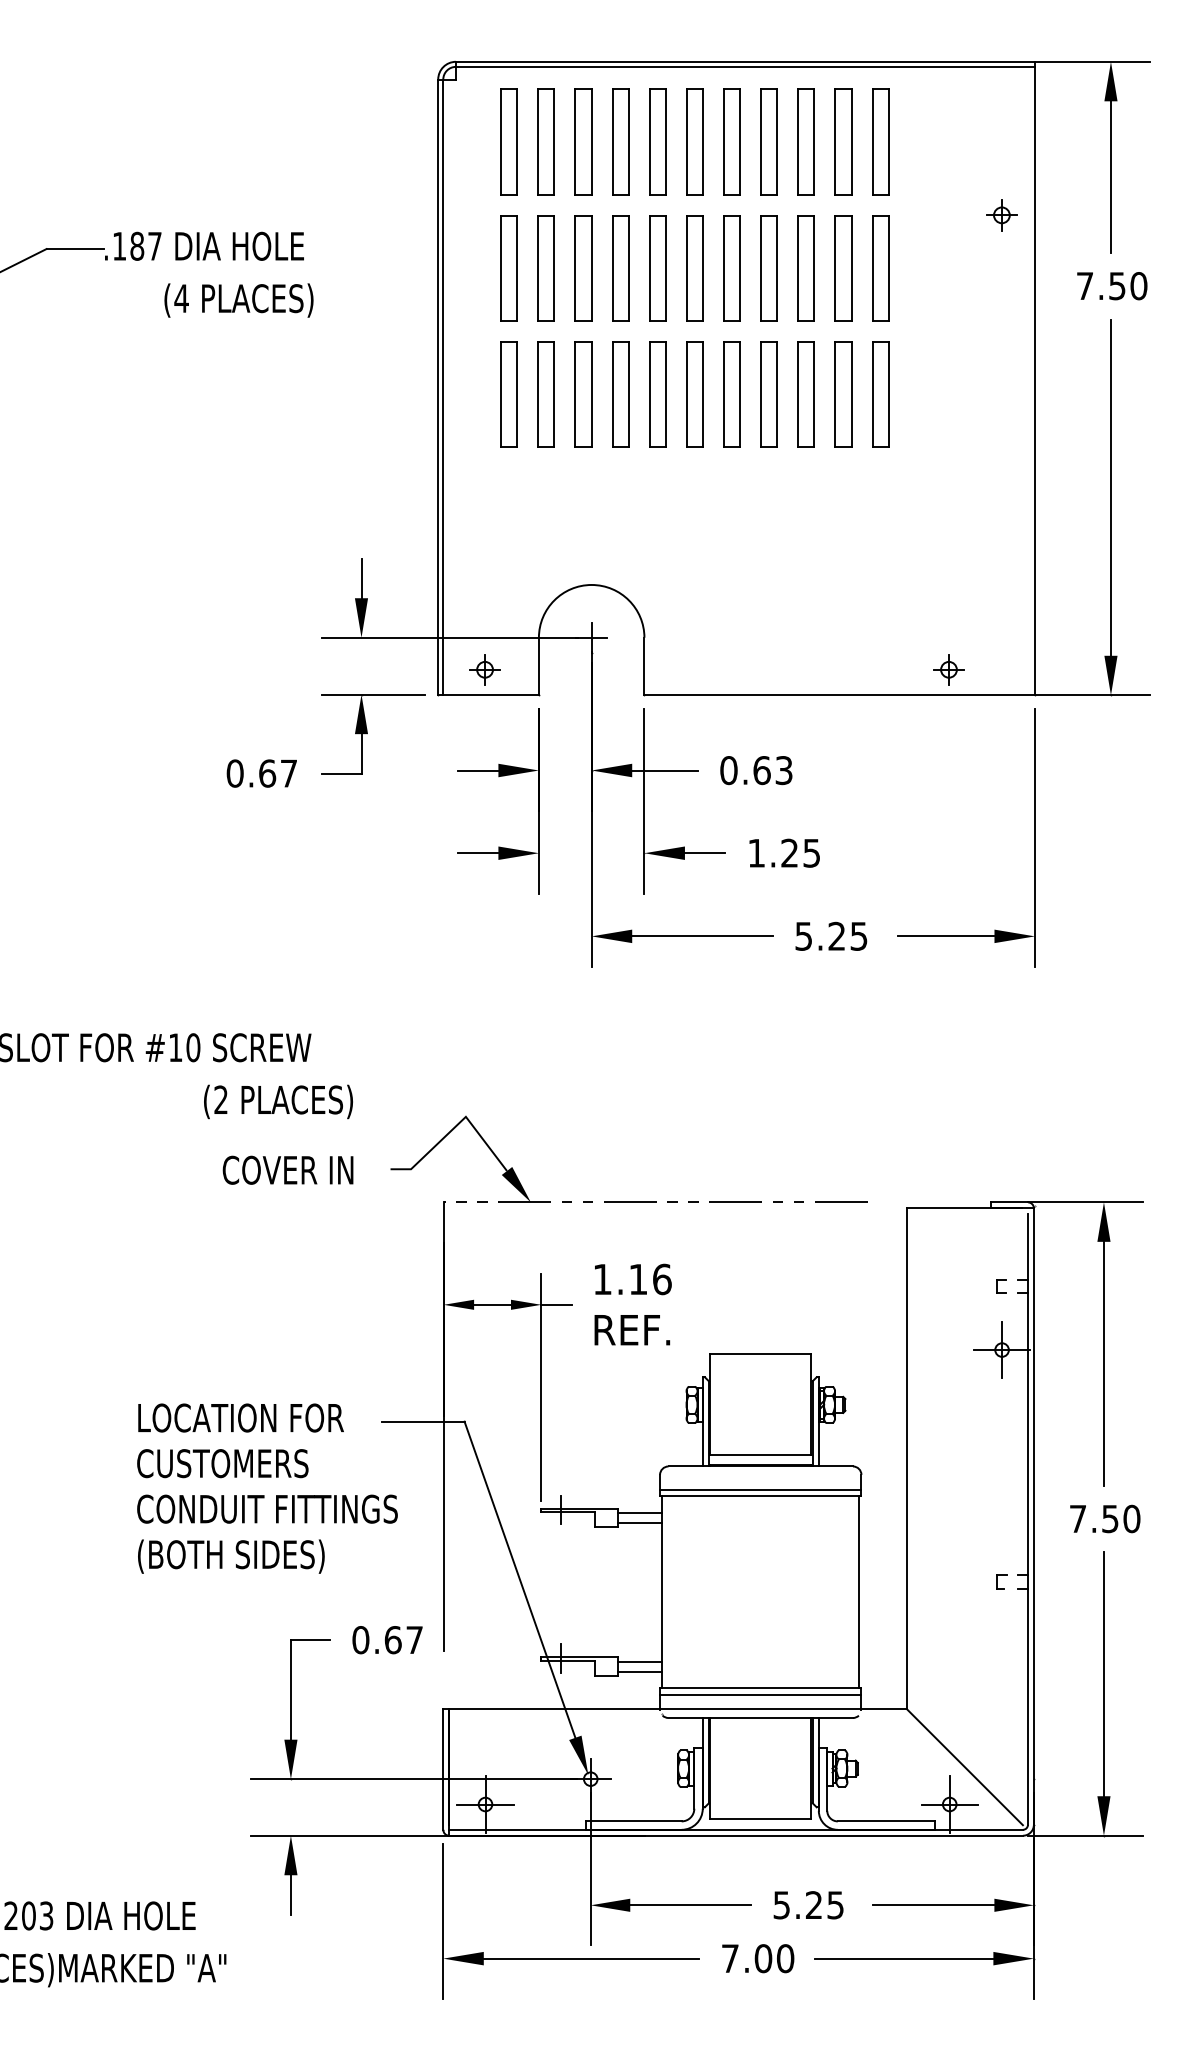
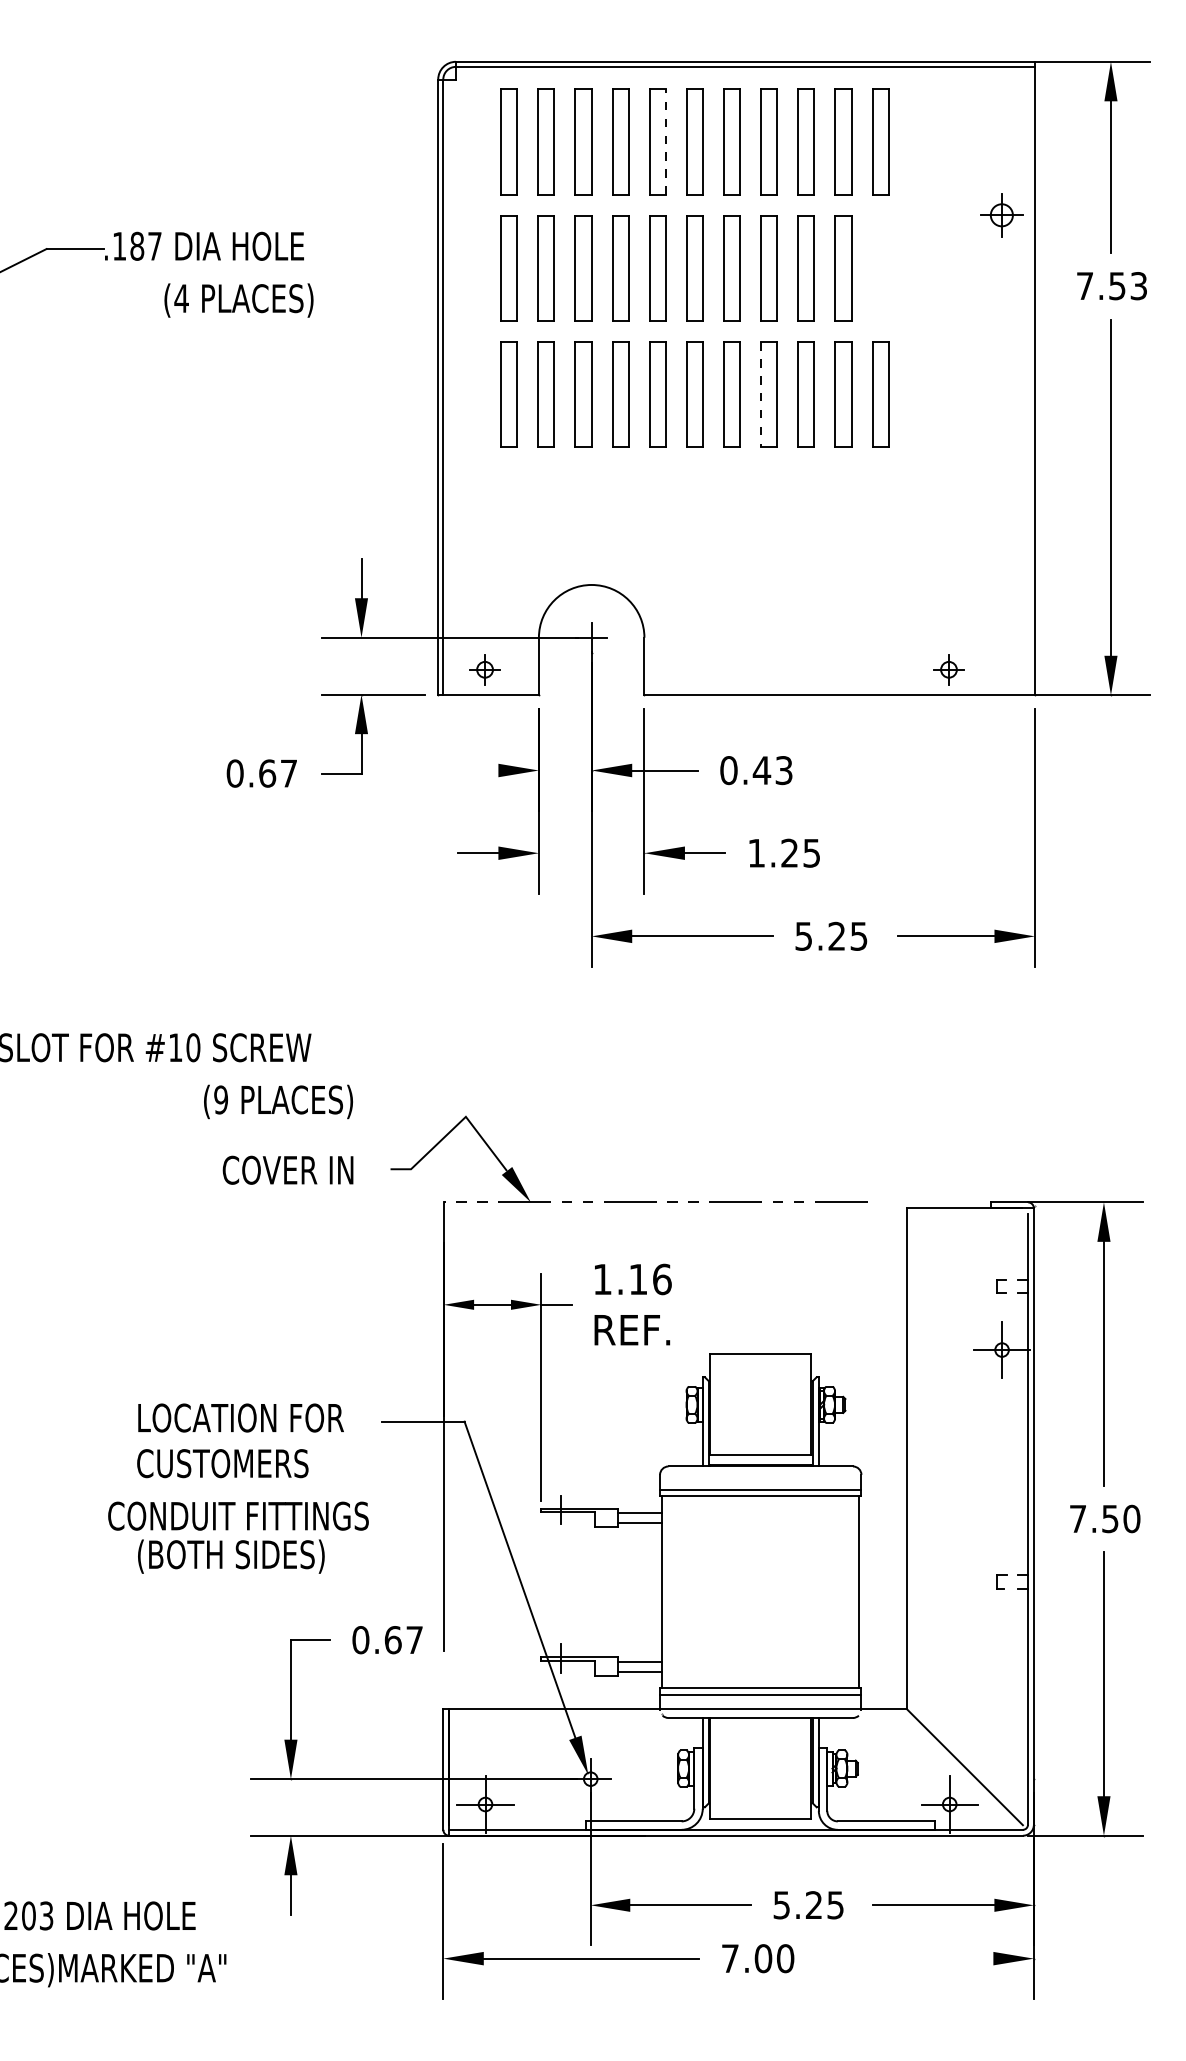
line at (665, 141): solid -> dashed
part at (1001, 215) size: 32x33 px -> 44x45 px
part at (880, 268): present -> none
text at (1138, 286): 7.50 -> 7.53
line at (761, 394): solid -> dashed
line at (477, 770): present -> none
text at (761, 770): 0.63 -> 0.43
text at (220, 1099): (2 -> (9
text at (267, 1508) position: (267, 1508) -> (238, 1515)
line at (903, 1958): present -> none
